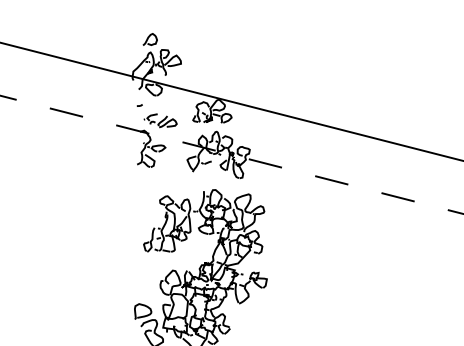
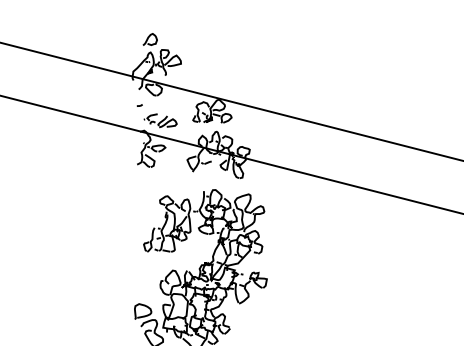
line at (232, 154): dashed -> solid
